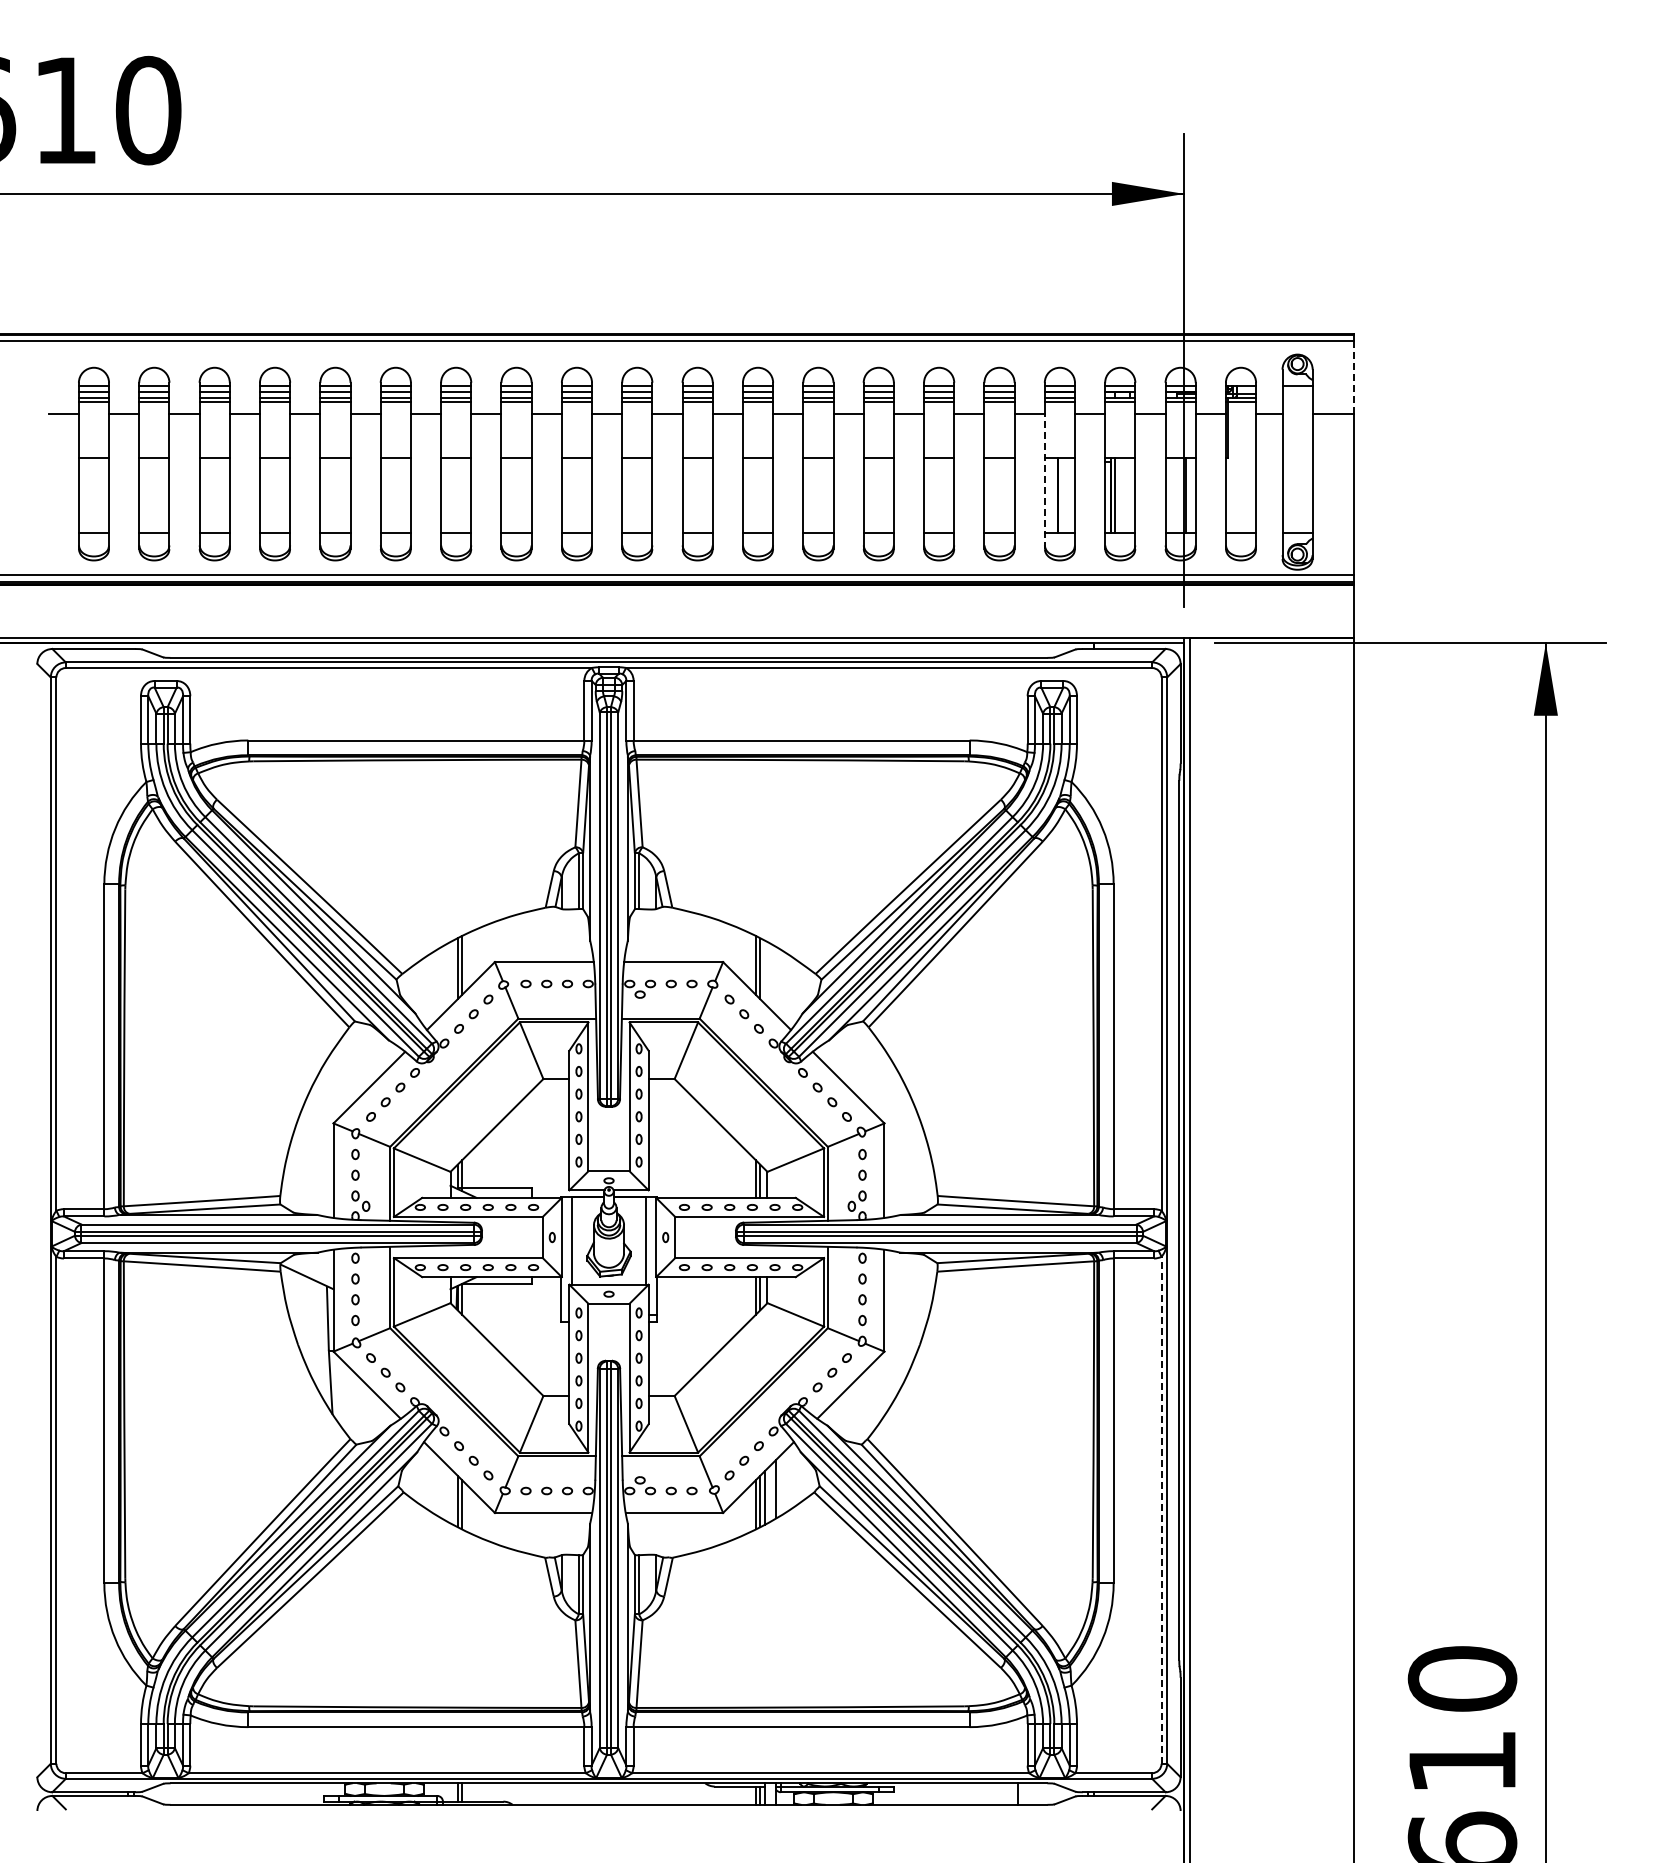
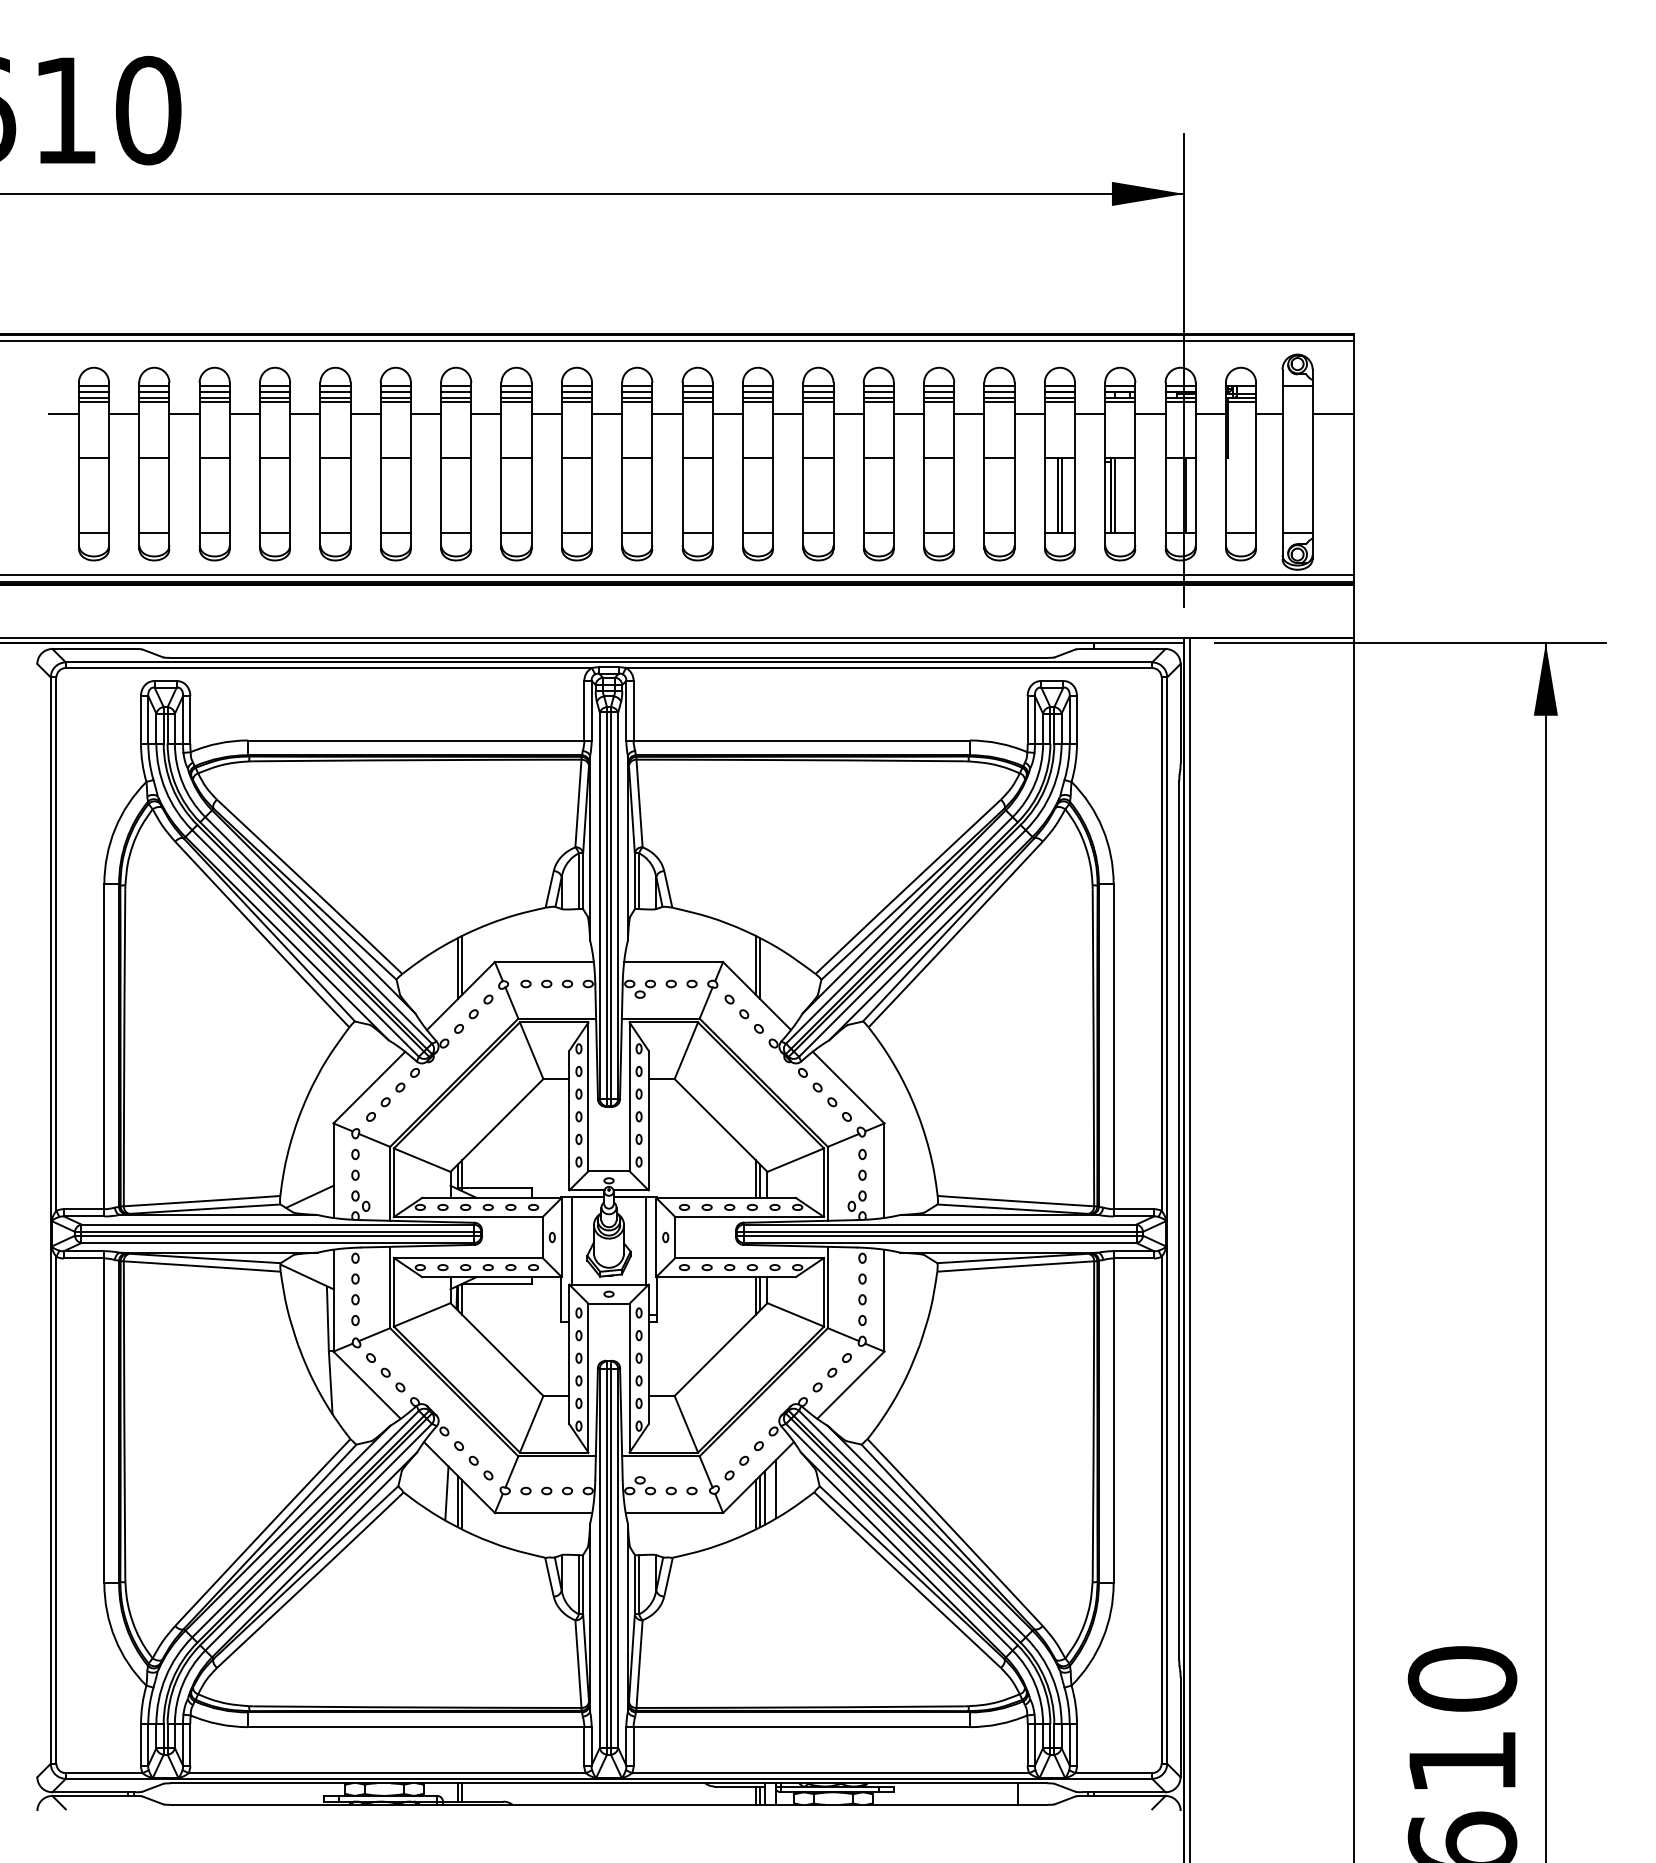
line at (1354, 377): dashed -> solid
line at (1044, 481): dashed -> solid
line at (1061, 495): none -> present
line at (309, 1196): none -> present
line at (446, 1493): none -> present
line at (1161, 1509): dashed -> solid
